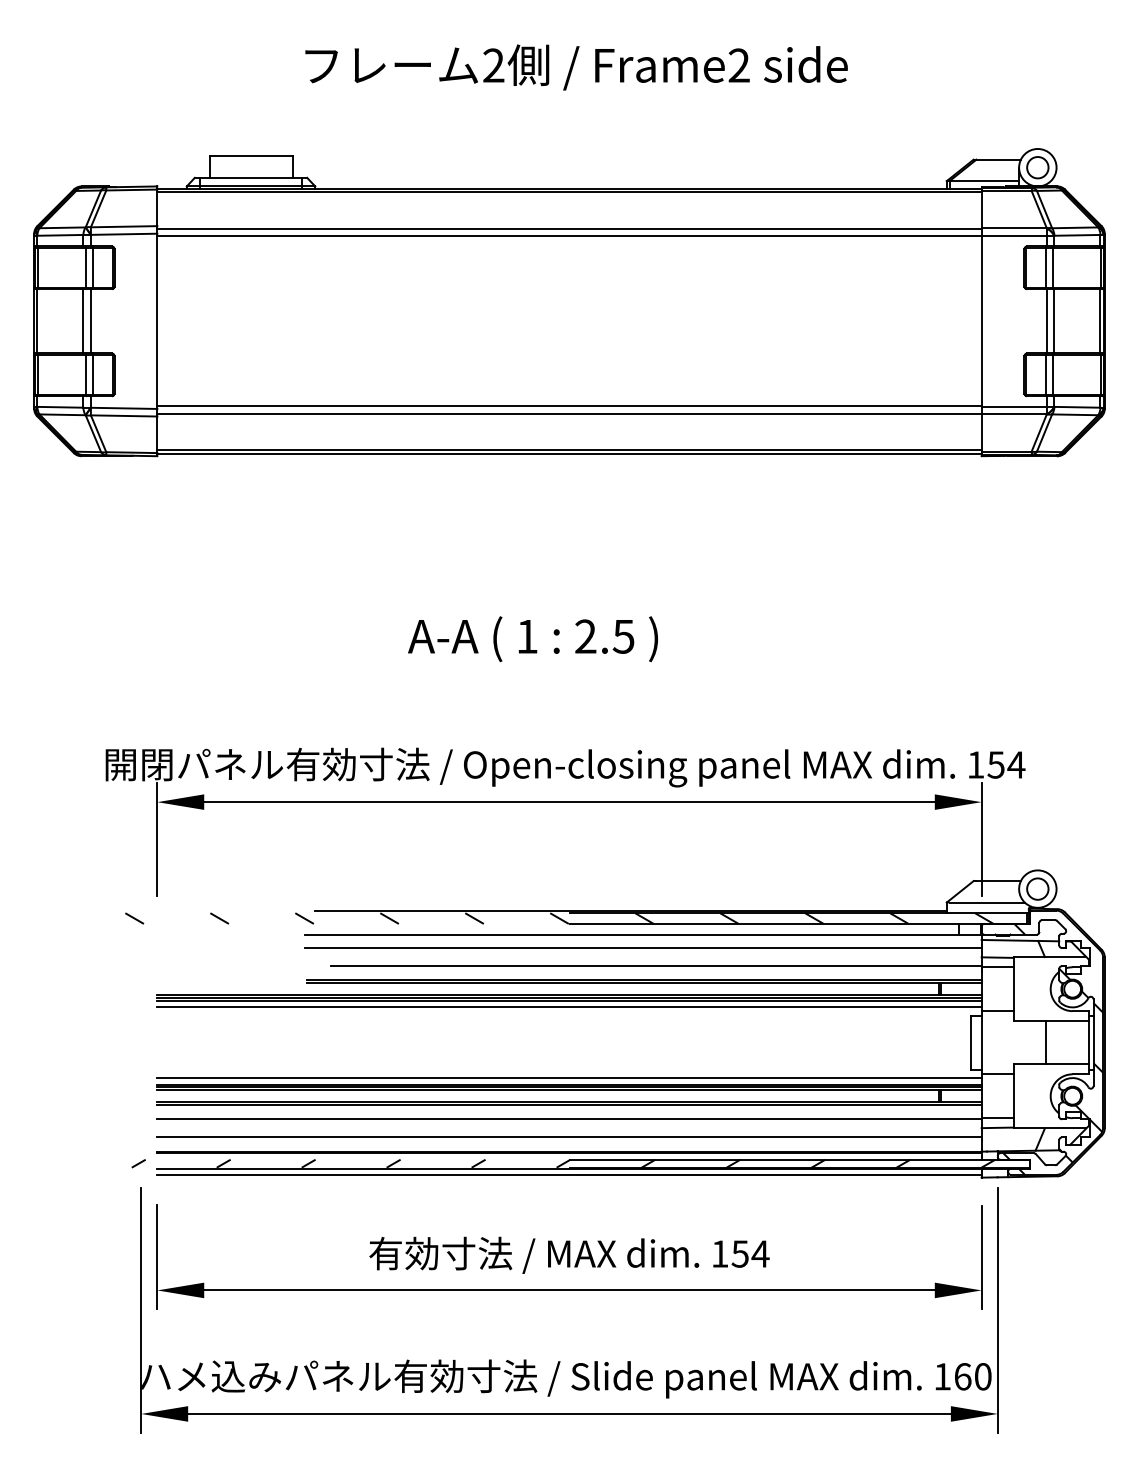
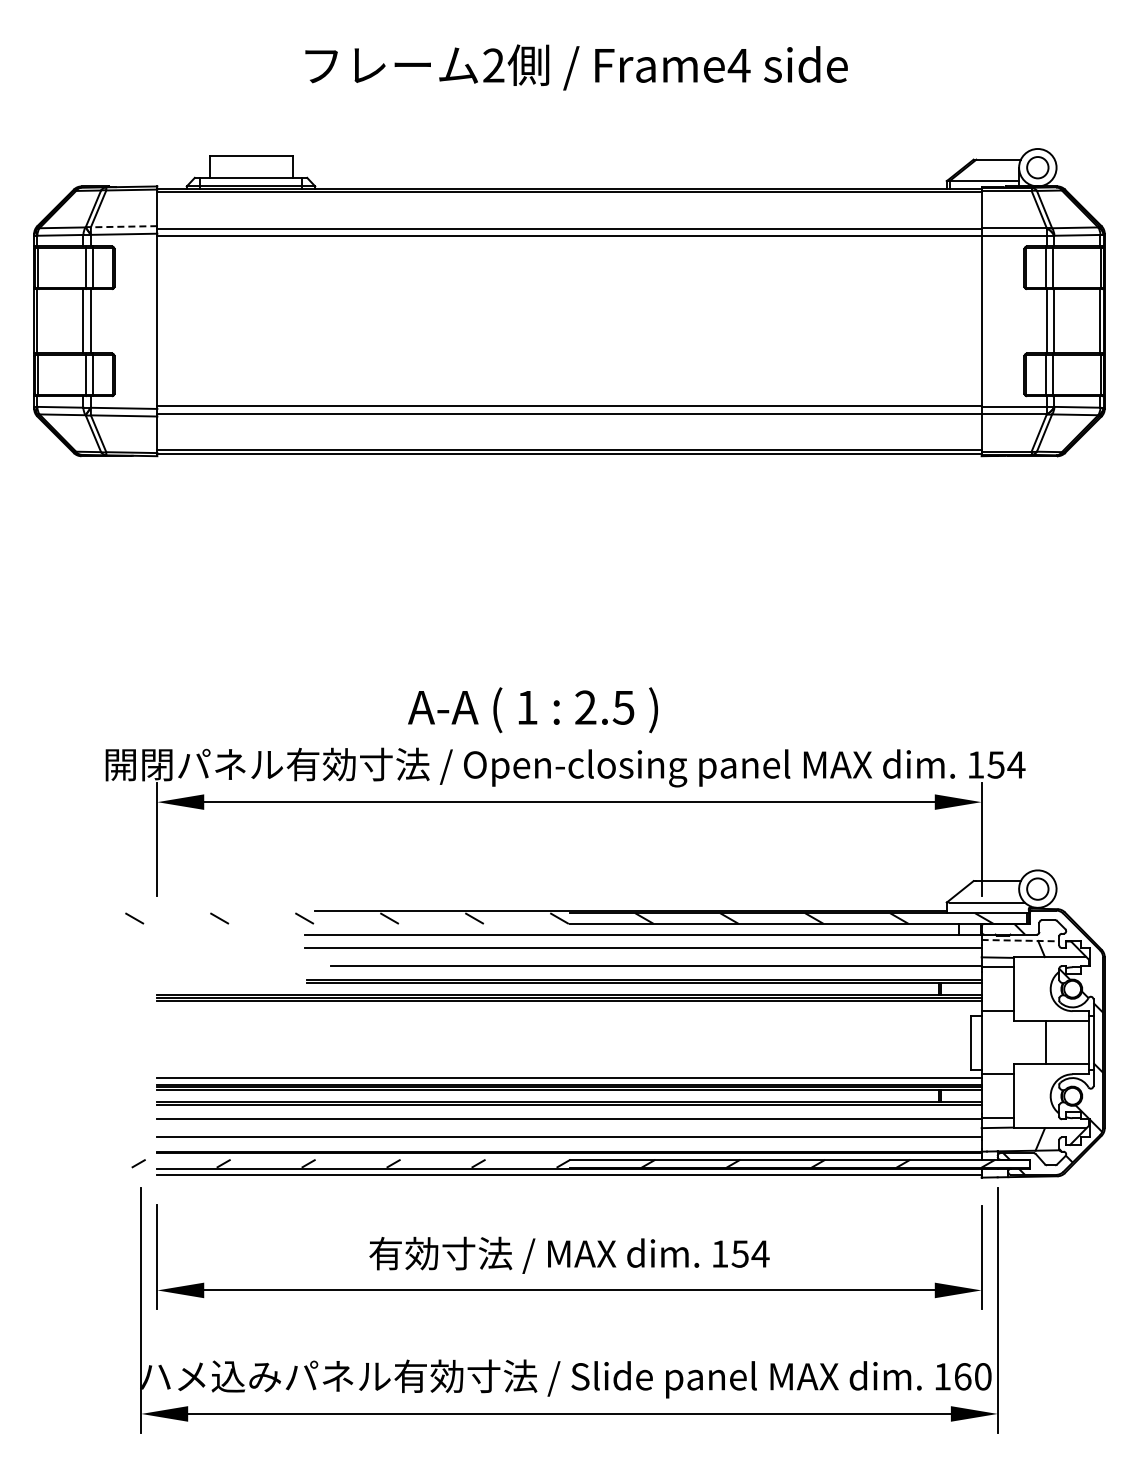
text at (738, 65): Frame2 -> Frame4
line at (123, 226): solid -> dashed
text at (532, 639) position: (532, 639) -> (532, 710)
line at (1020, 940): solid -> dashed
line at (569, 1007): present -> none
